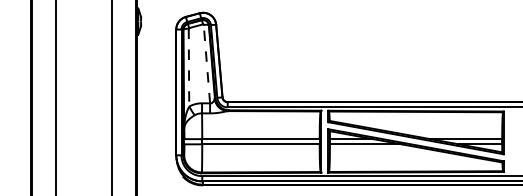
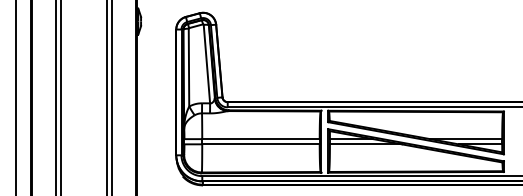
line at (206, 63): dashed -> solid
line at (188, 67): dashed -> solid
line at (15, 97): none -> present
line at (60, 97): none -> present
line at (107, 97): none -> present
